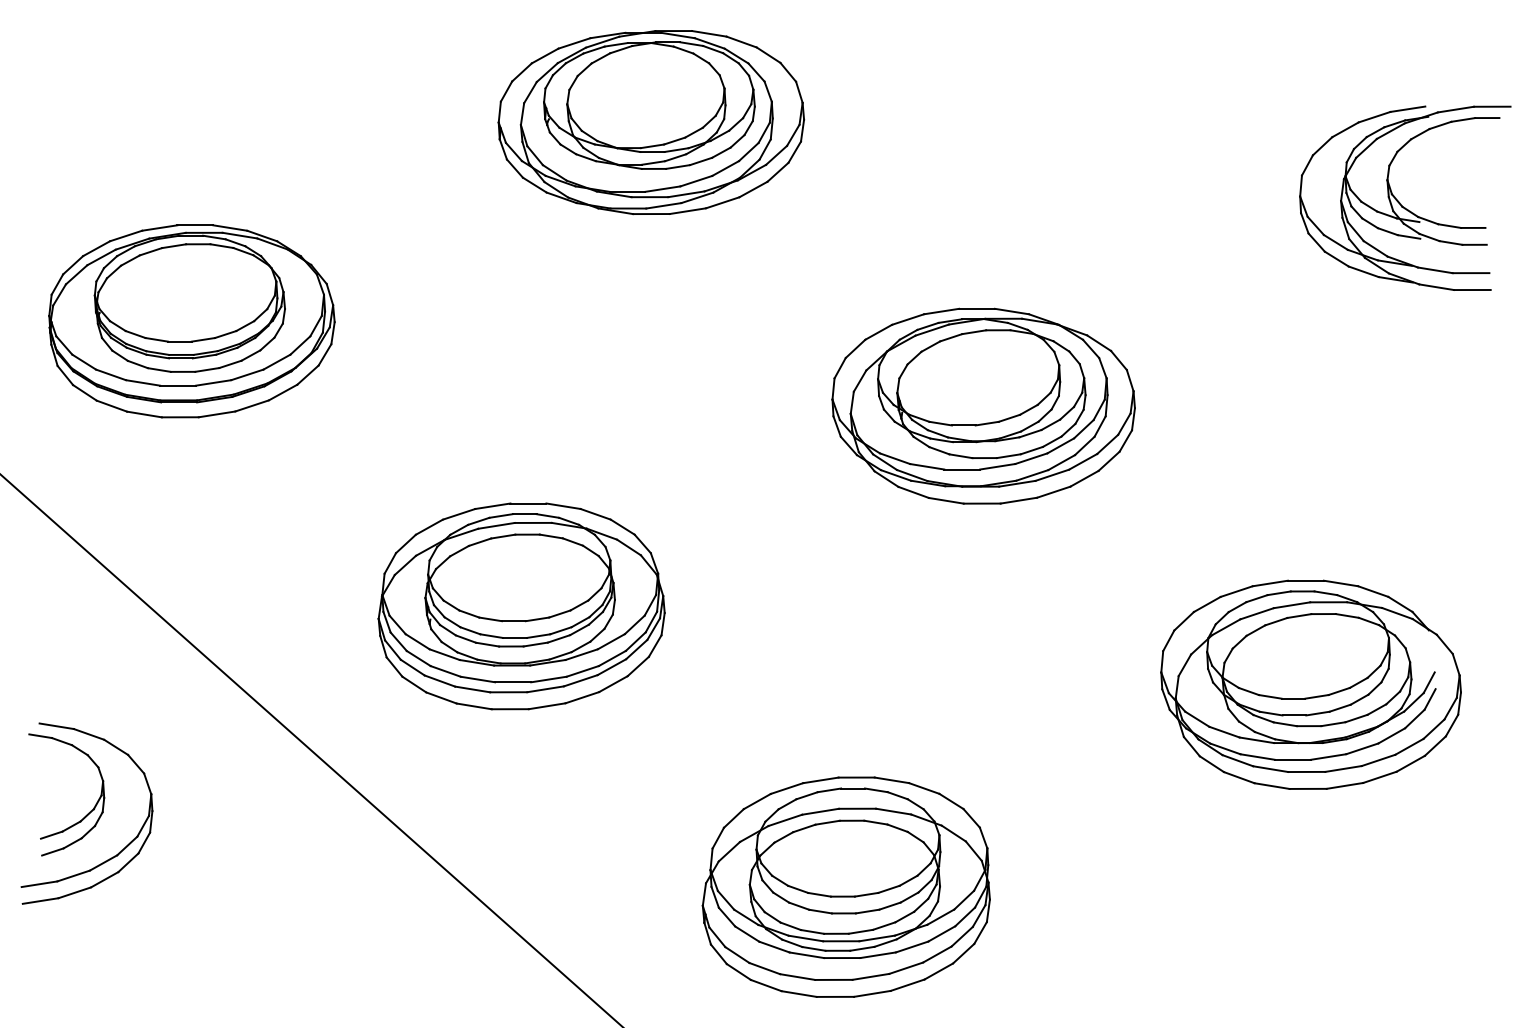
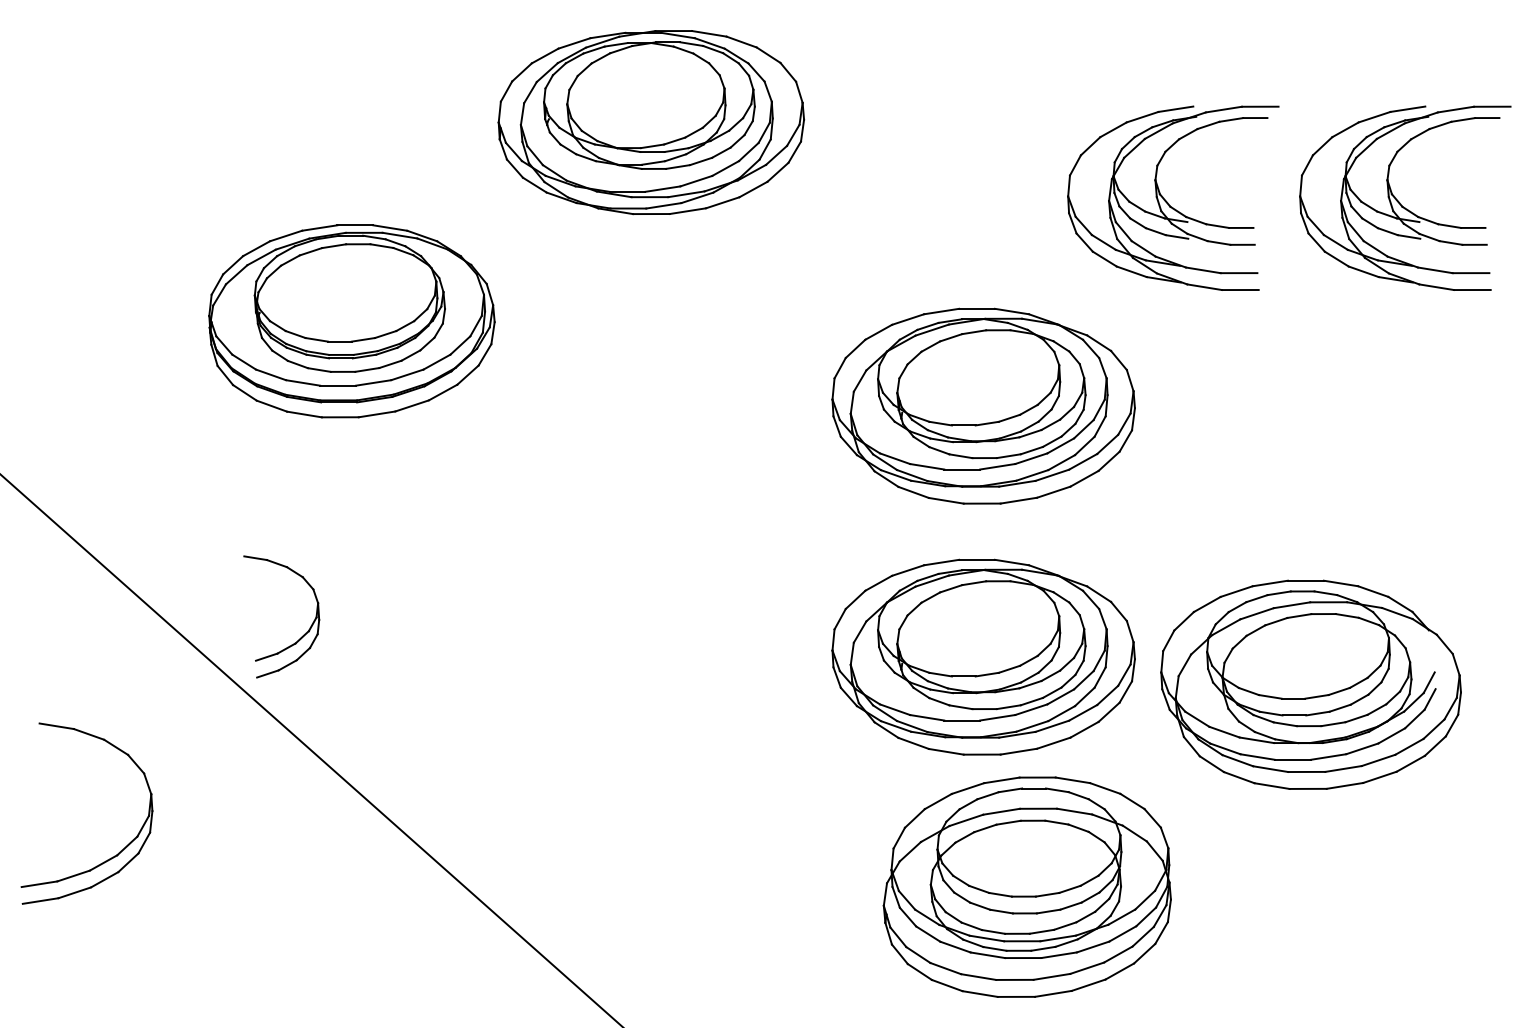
part at (1168, 202): none -> present
part at (191, 321) position: (191, 321) -> (351, 321)
part at (521, 606): present -> none
part at (983, 656): none -> present
part at (86, 814) position: (86, 814) -> (301, 636)
part at (845, 886) position: (845, 886) -> (1026, 886)
